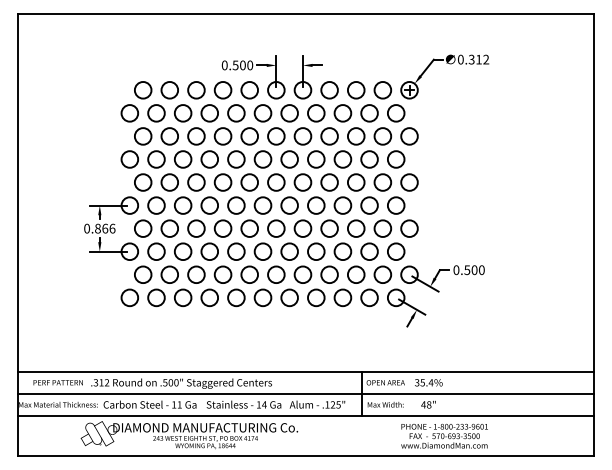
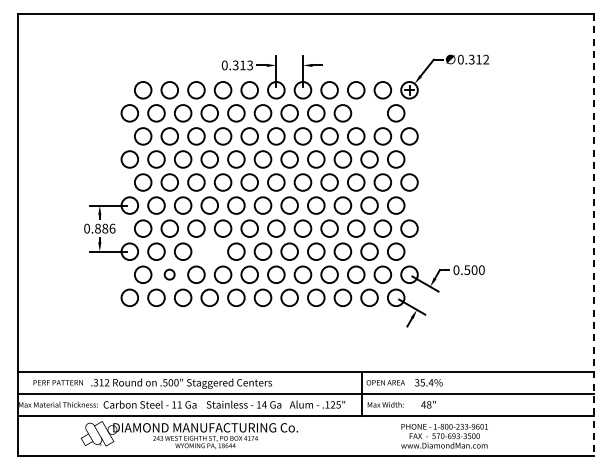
text at (243, 65): 0.500 -> 0.313
circle at (369, 113): present -> none
text at (105, 228): 0.866 -> 0.886
line at (593, 235): solid -> dashed
circle at (209, 251): present -> none
circle at (169, 274) size: 19x19 px -> 13x13 px
